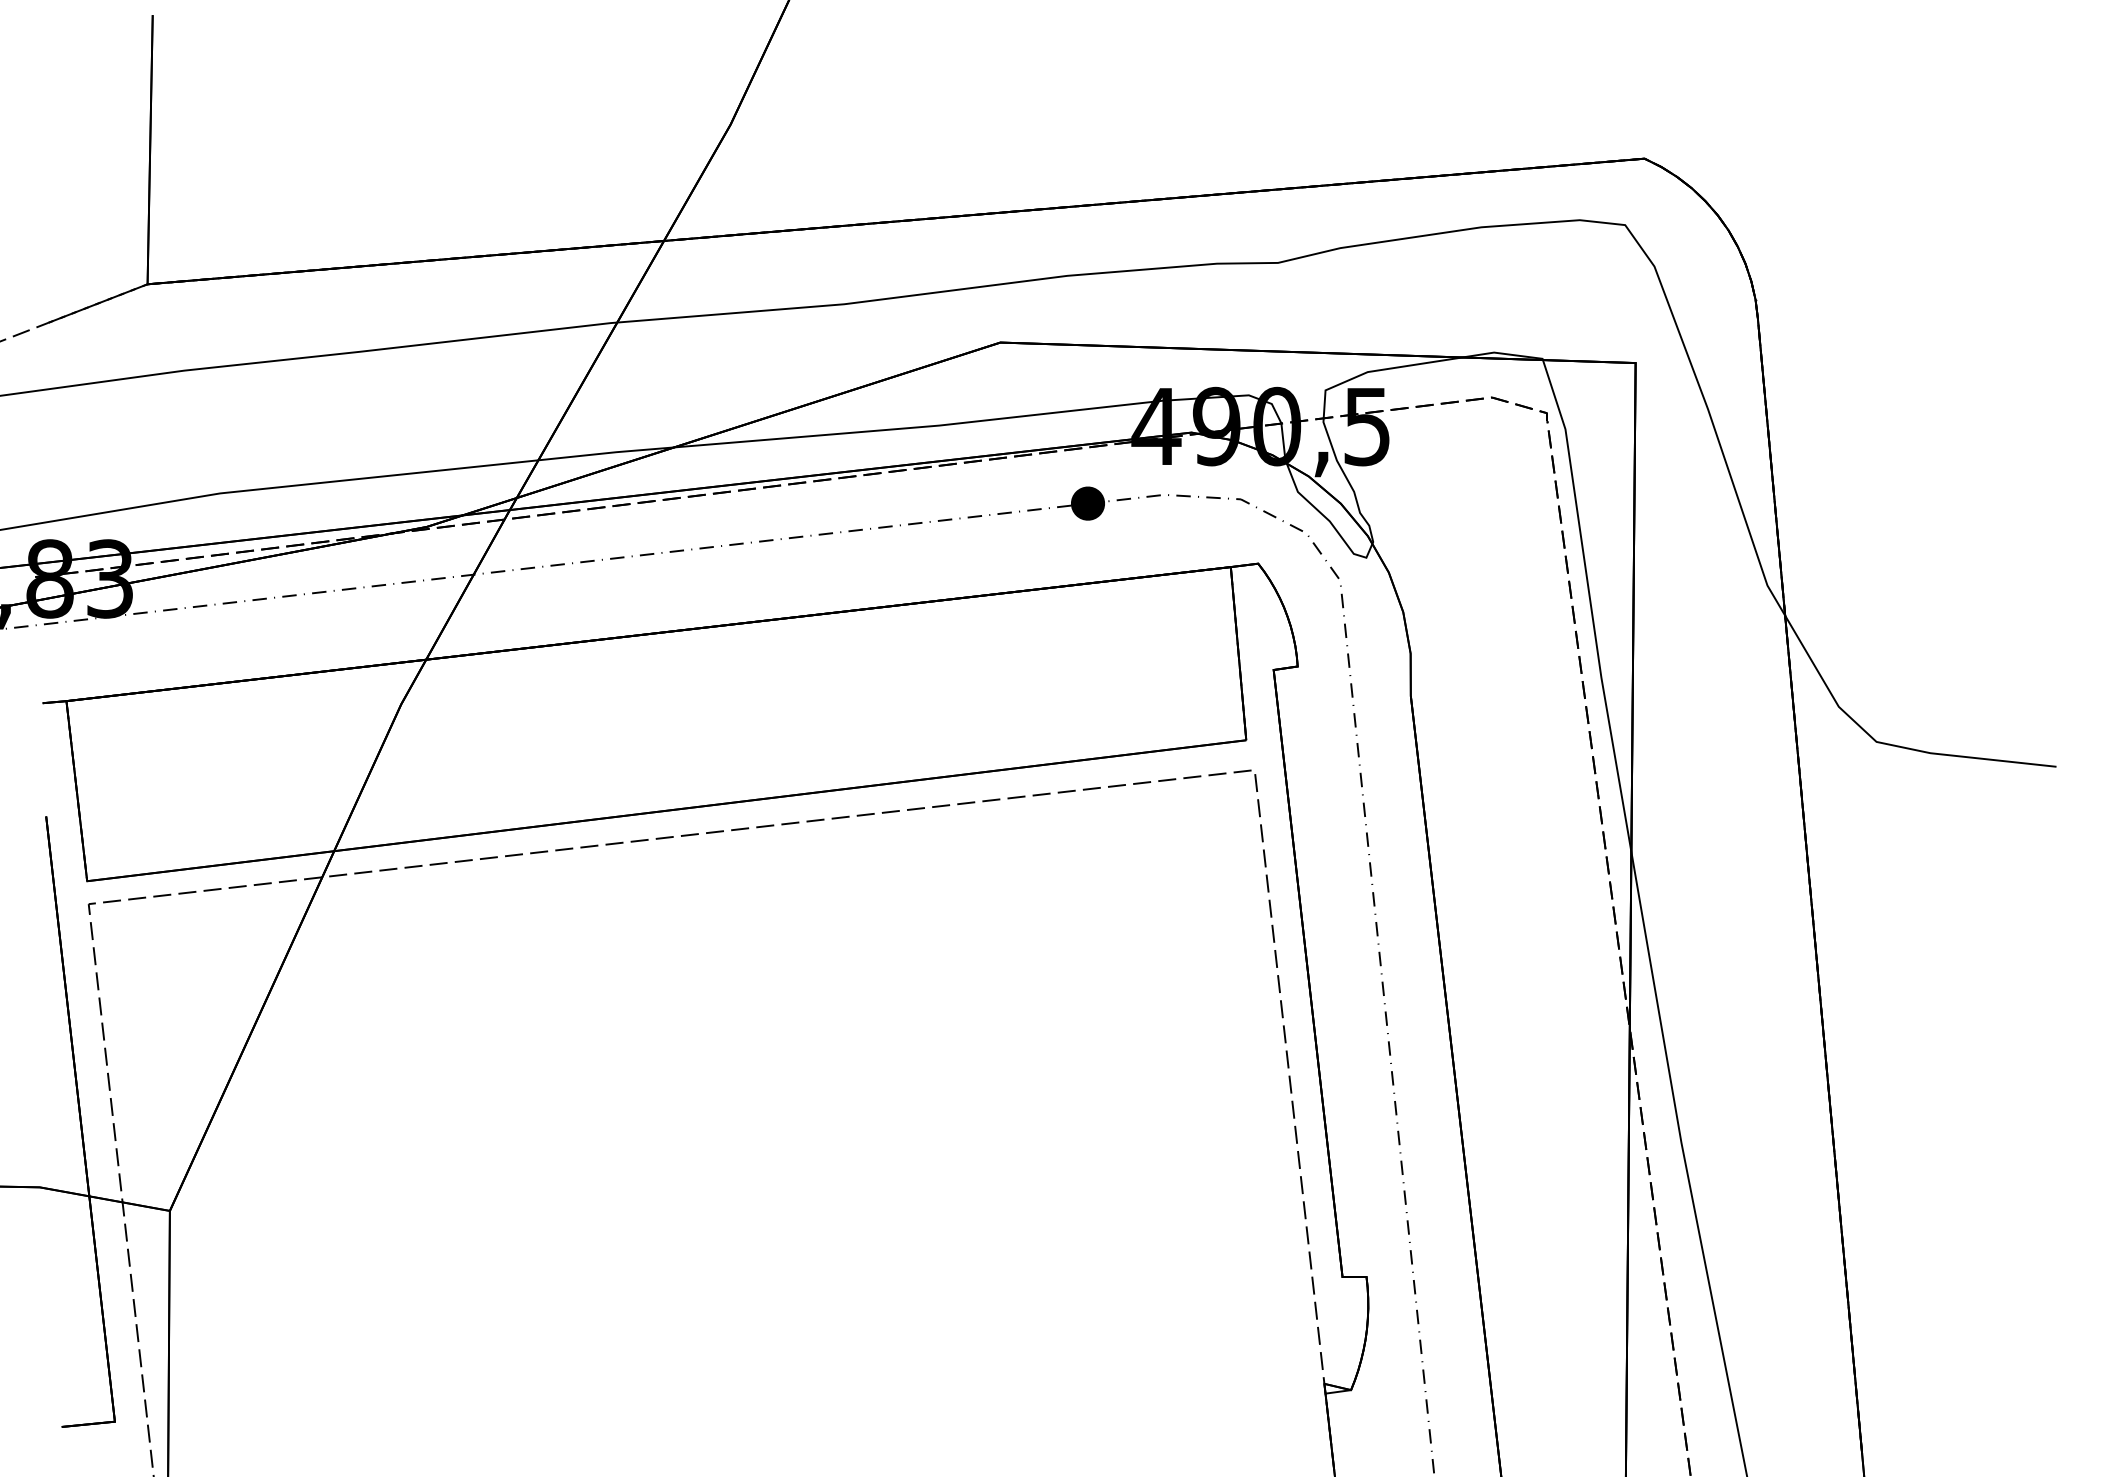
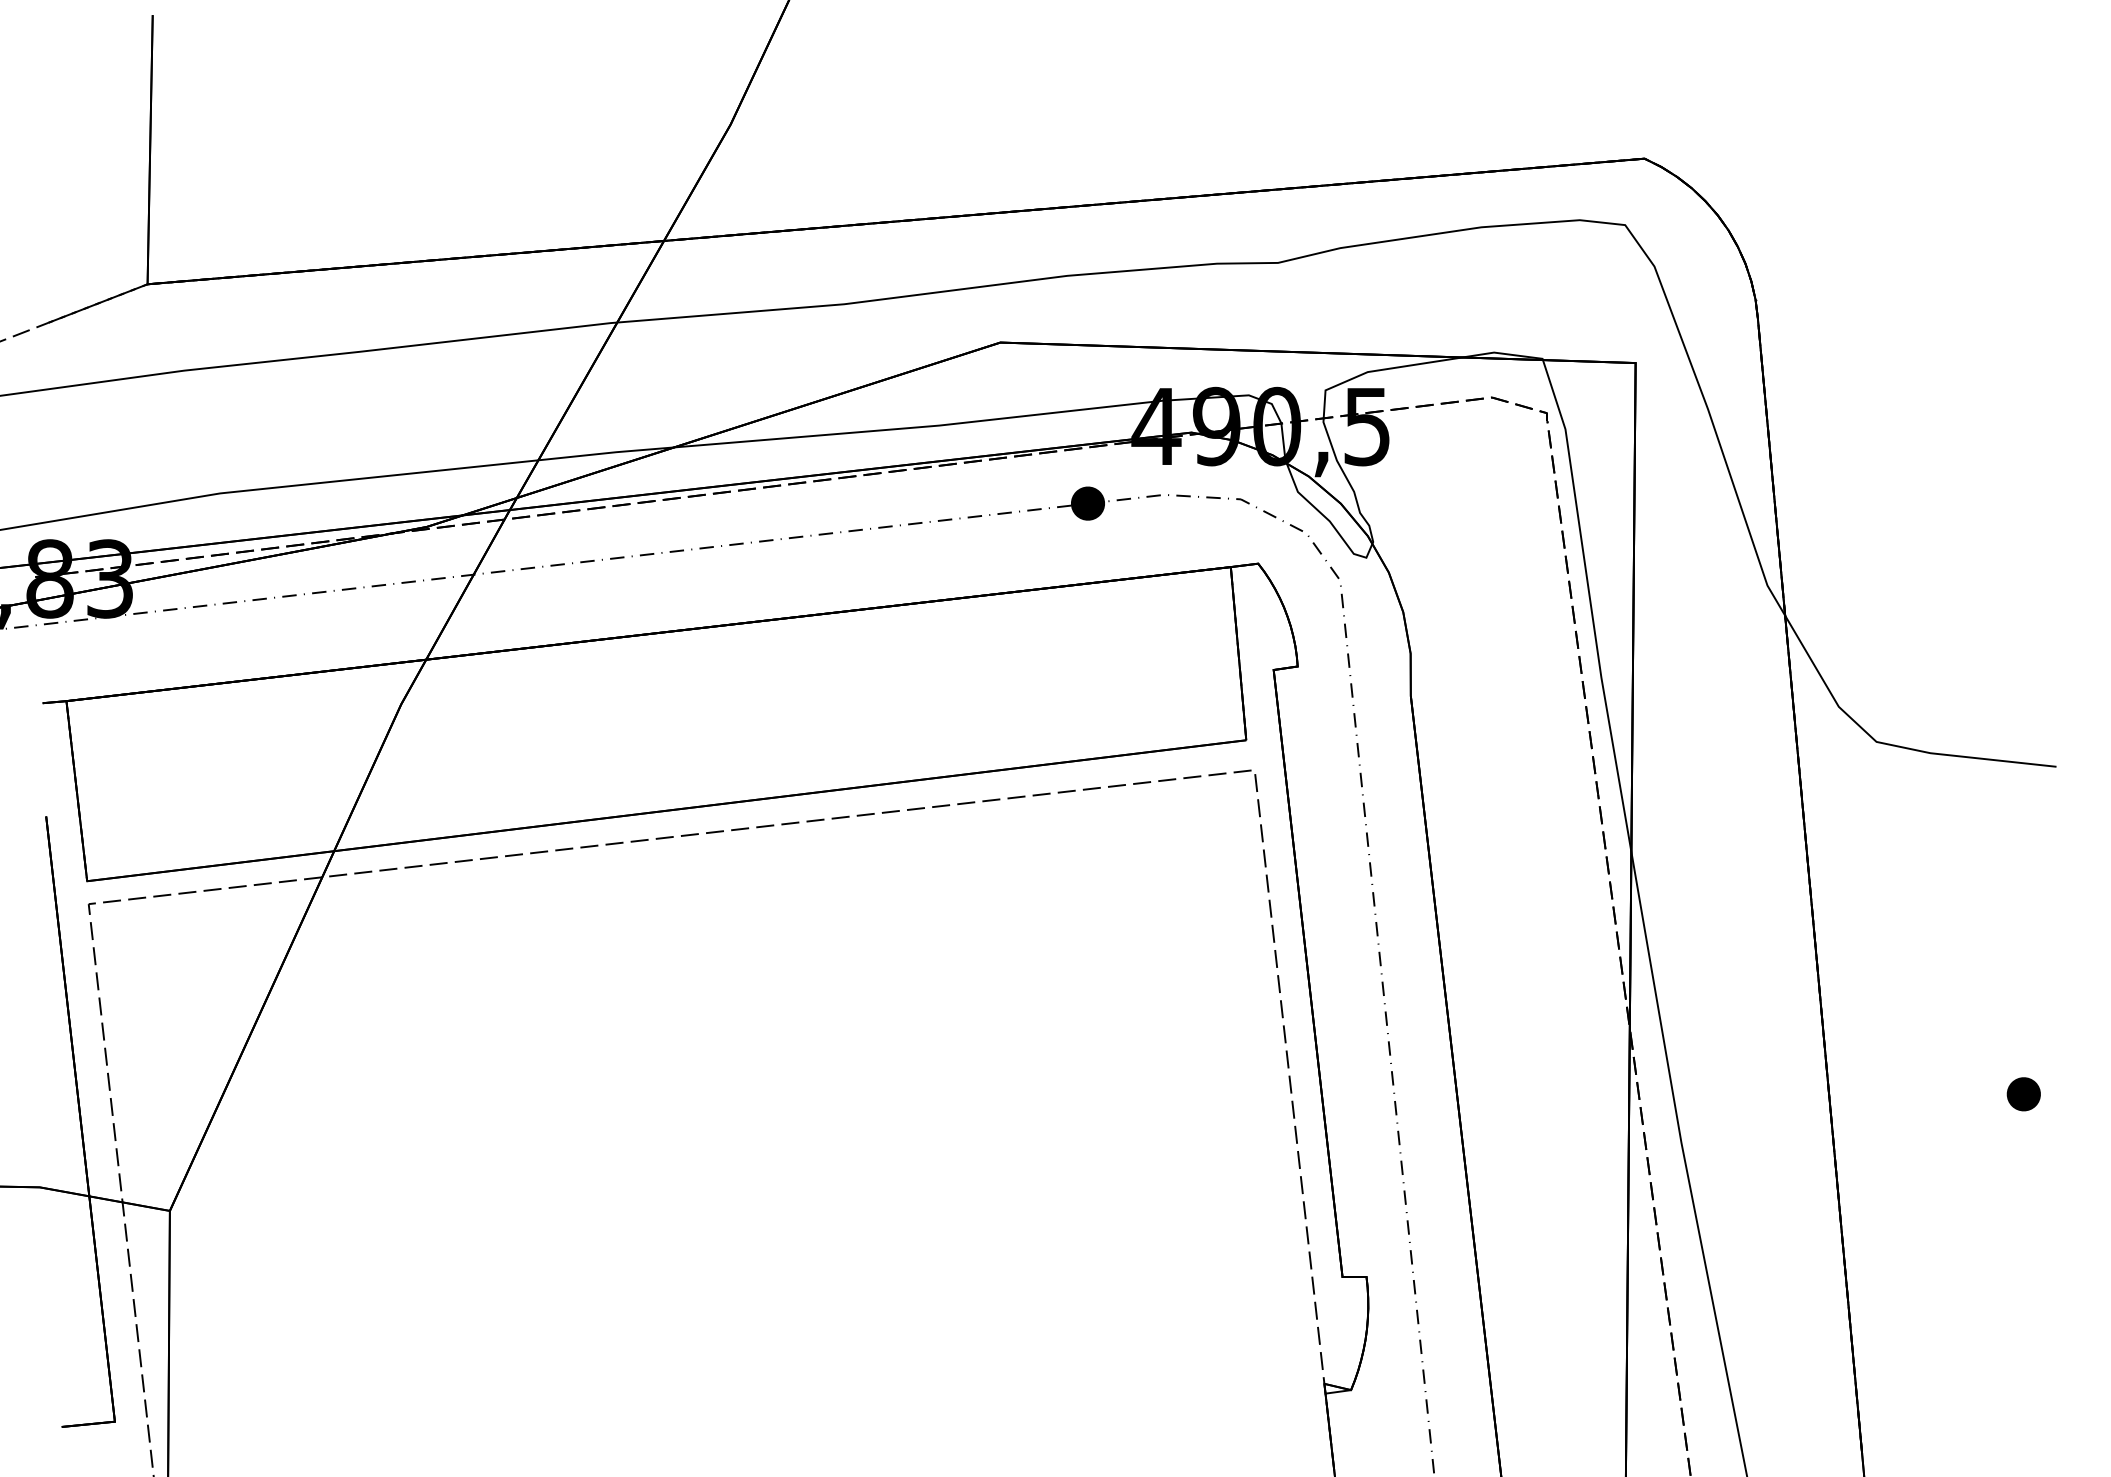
part at (2023, 1094): none -> present
